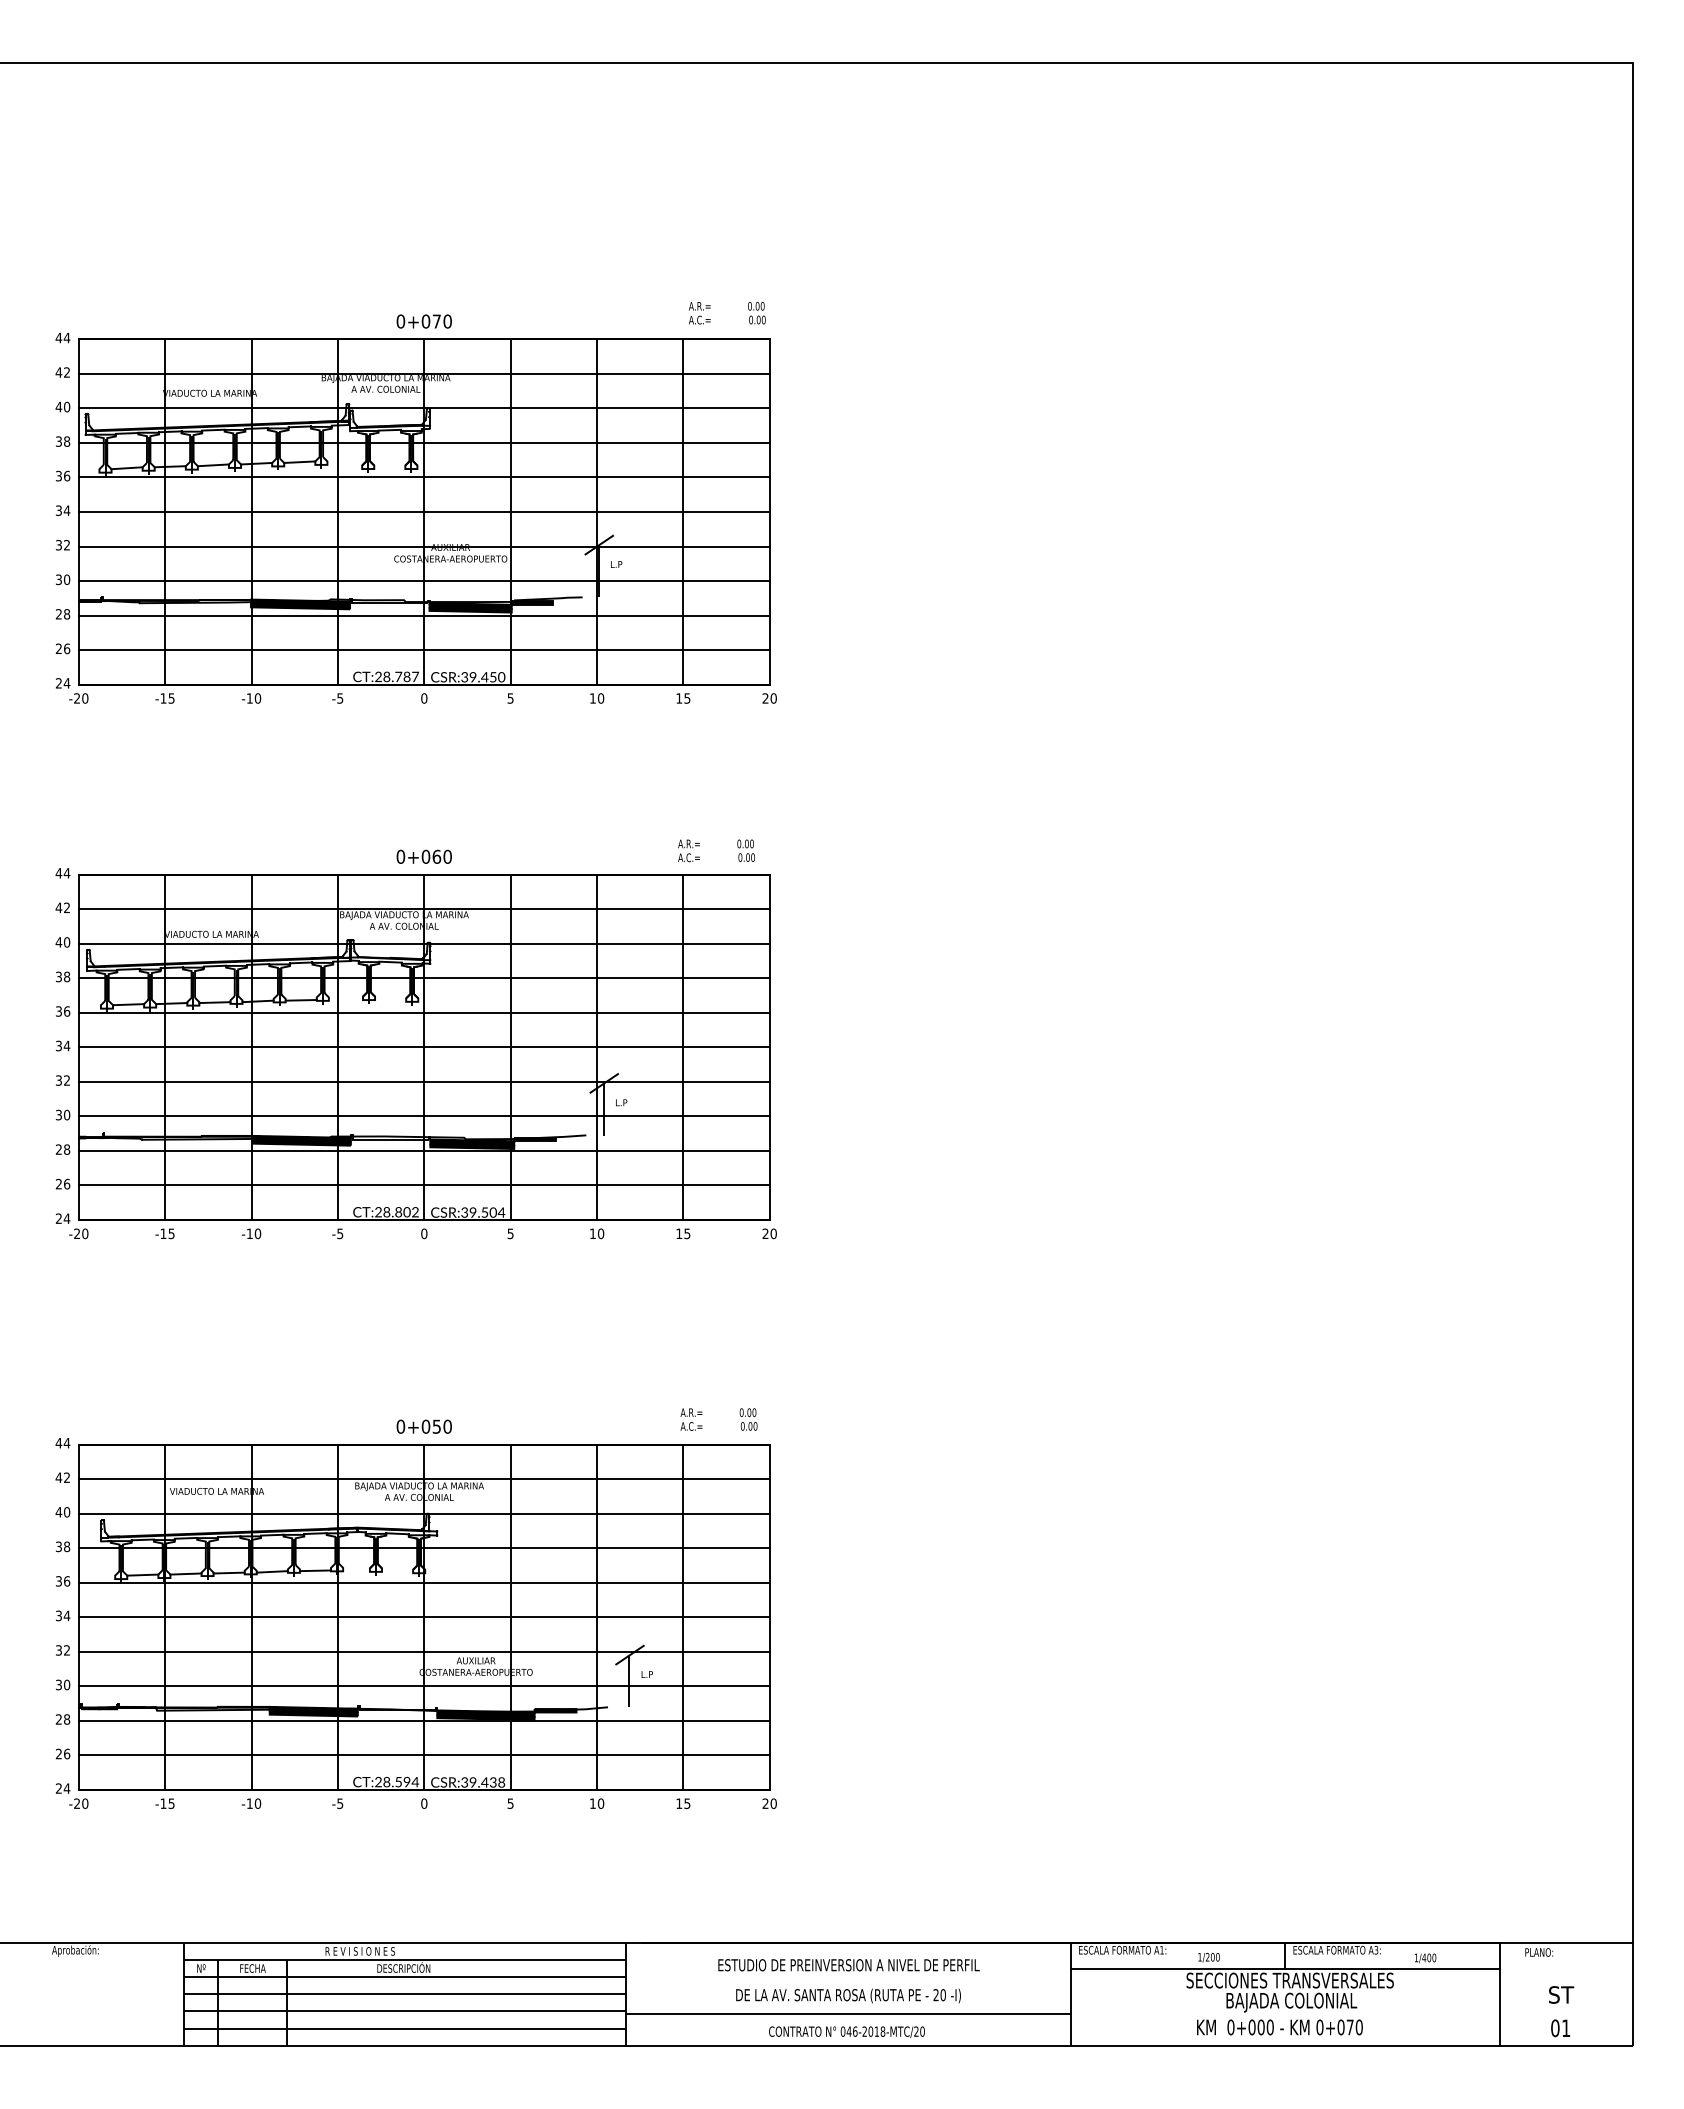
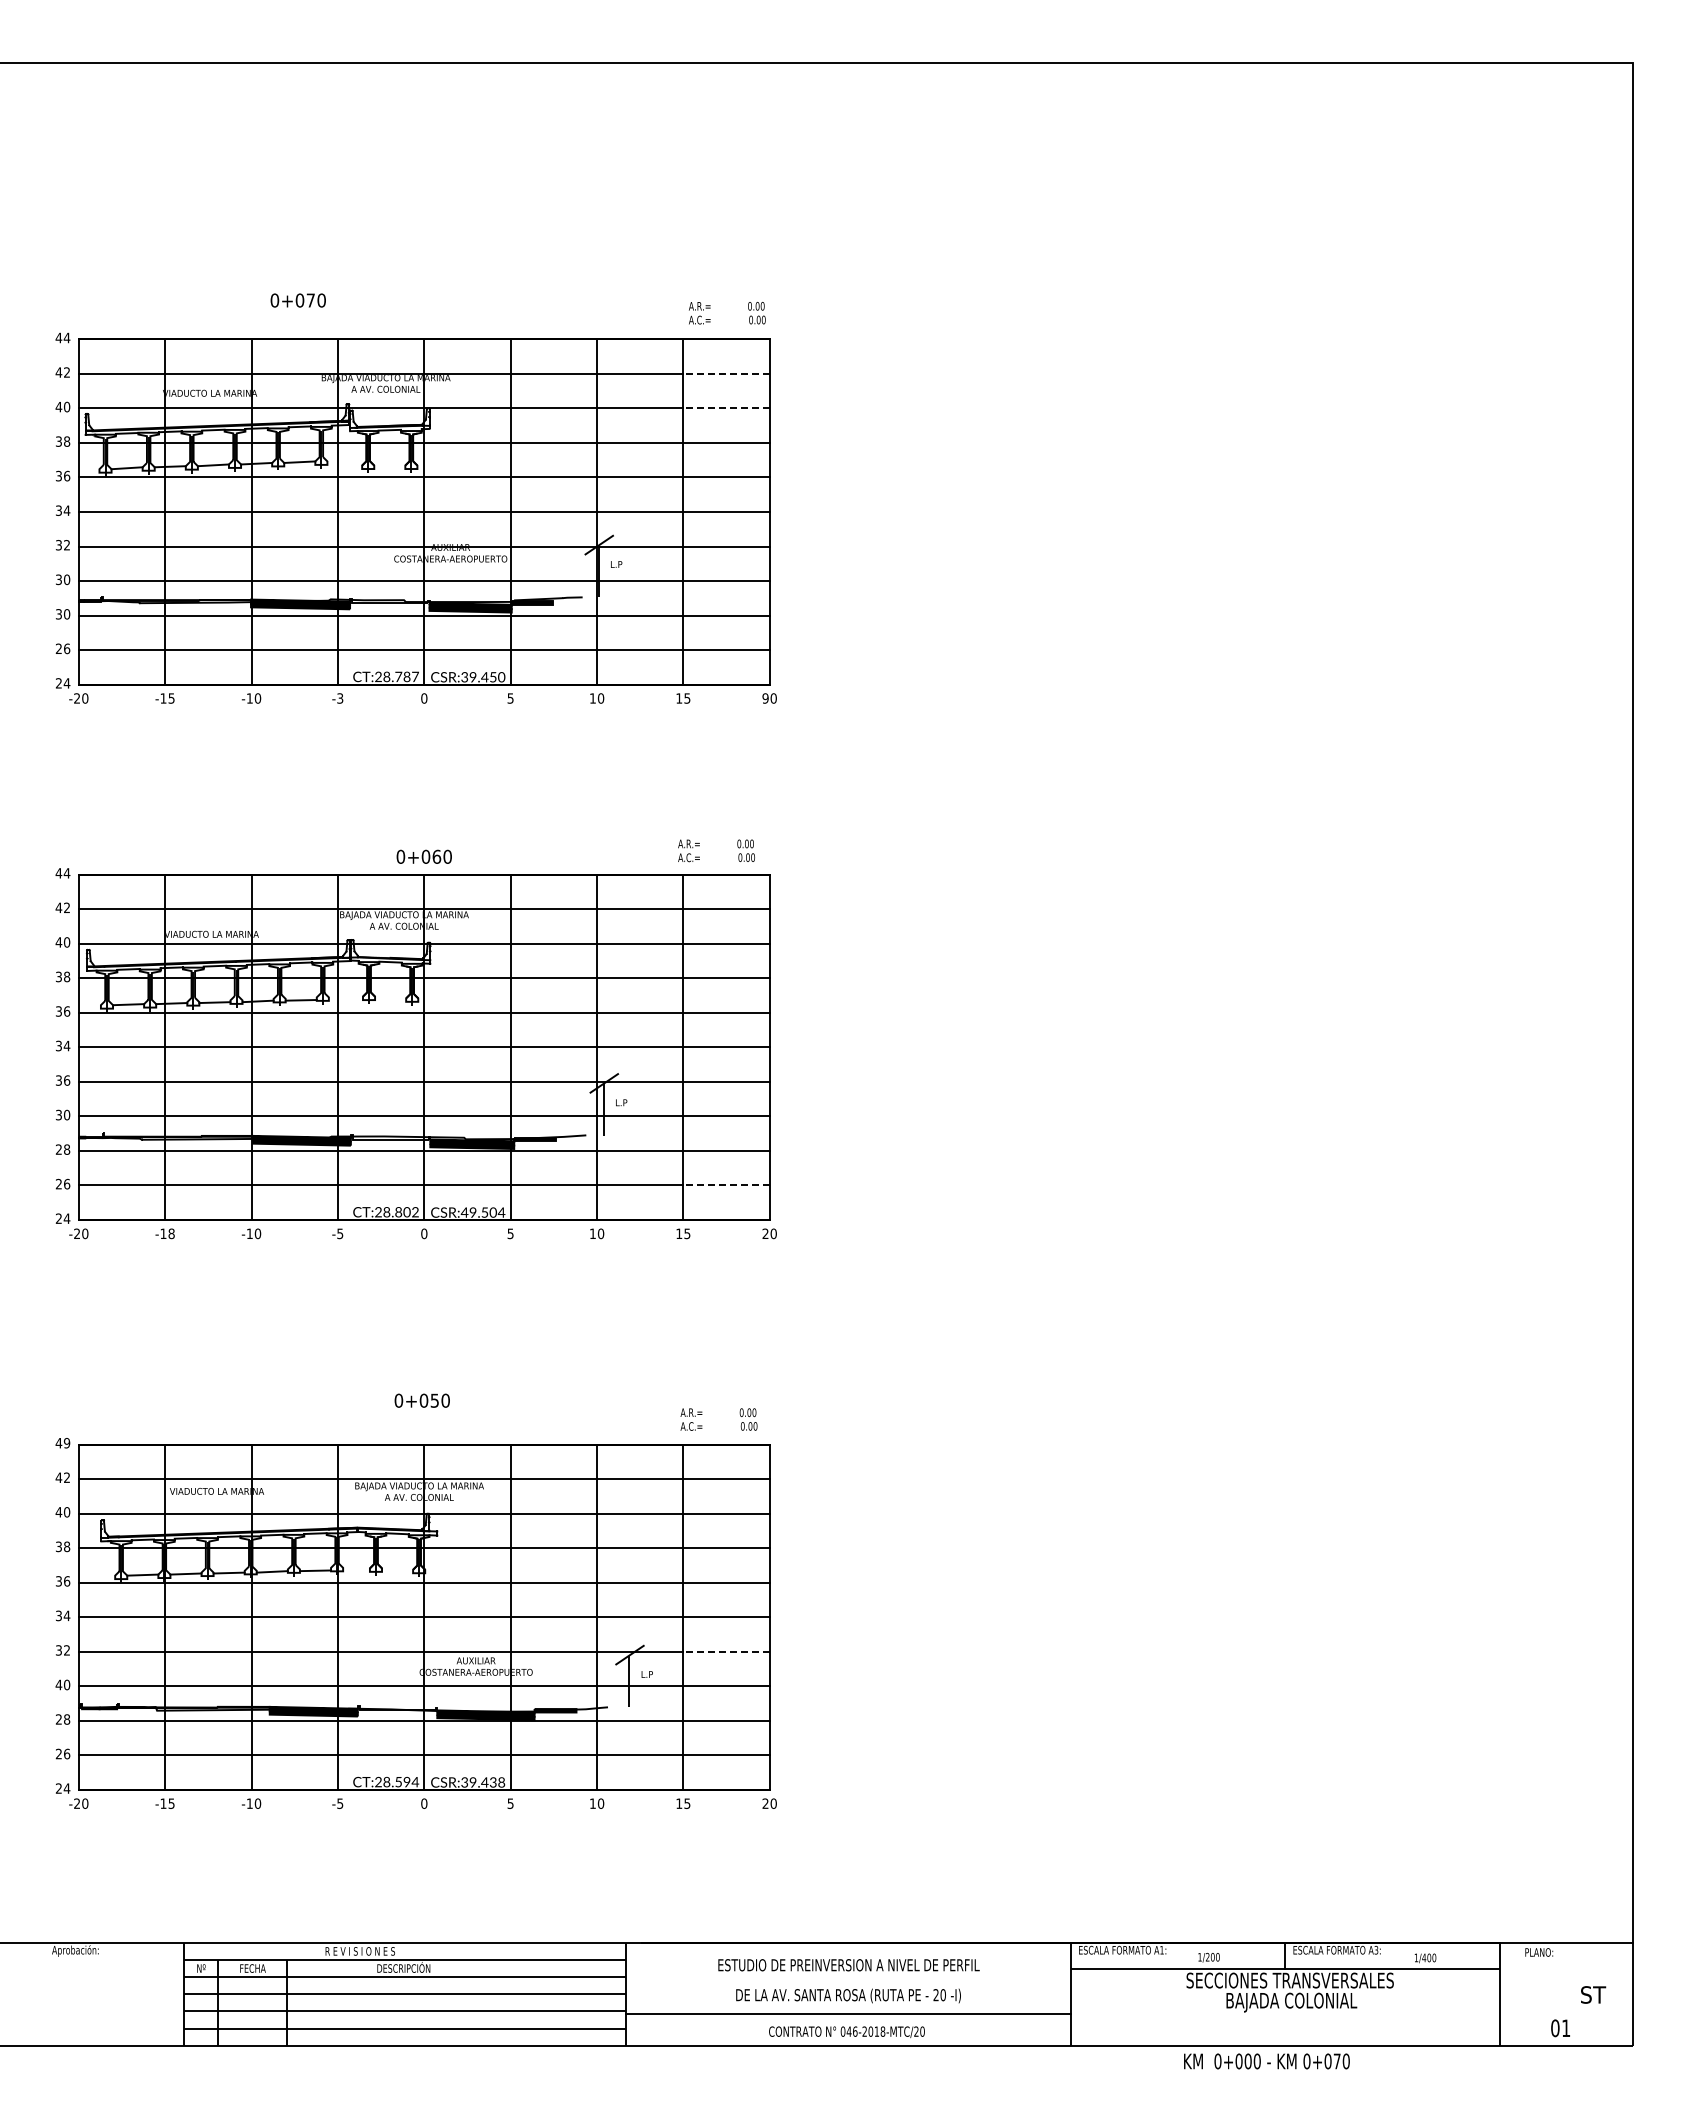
text at (423, 321) position: (423, 321) -> (297, 300)
line at (726, 373): solid -> dashed
line at (726, 408): solid -> dashed
text at (63, 614): 28 -> 30
text at (340, 697): -5 -> -3
text at (765, 698): 20 -> 90
text at (67, 1080): 32 -> 36
line at (726, 1185): solid -> dashed
text at (464, 1212): CSR:39.504 -> CSR:49.504
text at (171, 1233): -15 -> -18
text at (423, 1426) position: (423, 1426) -> (421, 1400)
text at (66, 1443): 44 -> 49
line at (726, 1651): solid -> dashed
text at (58, 1684): 30 -> 40
text at (1561, 1994) position: (1561, 1994) -> (1593, 1994)
text at (1279, 2027) position: (1279, 2027) -> (1266, 2061)
